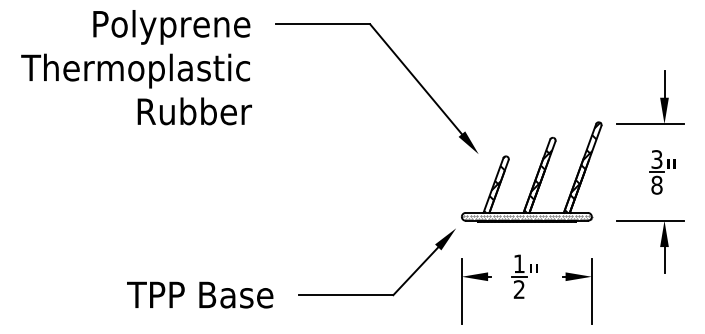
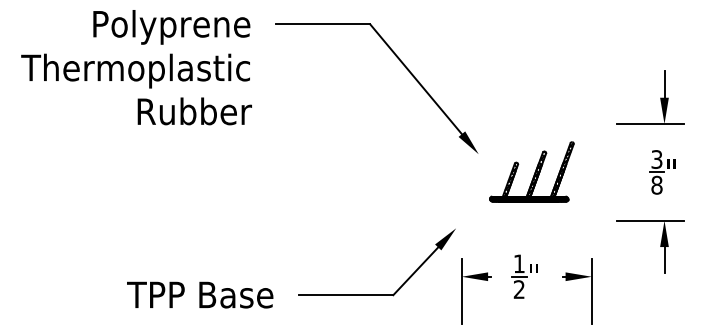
part at (531, 171) size: 142x102 px -> 86x62 px
